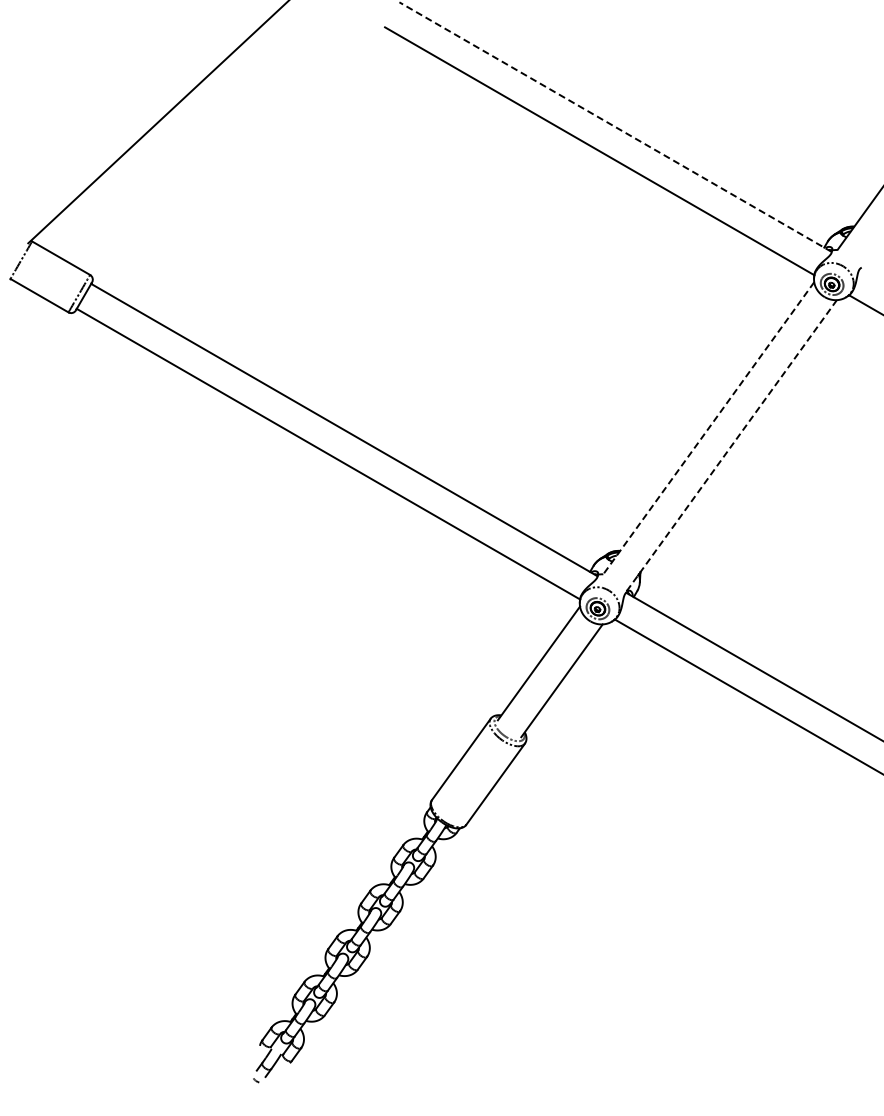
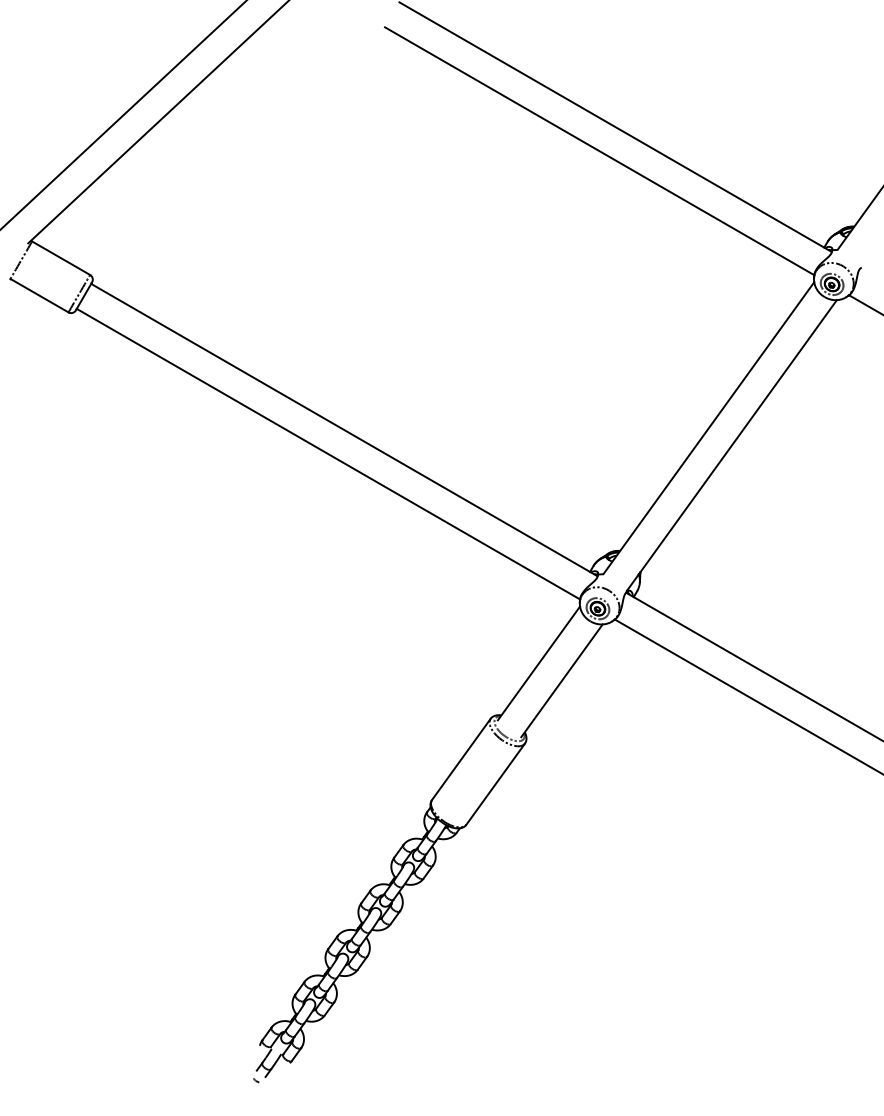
line at (123, 115): none -> present
line at (615, 127): dashed -> solid
line at (708, 428): dashed -> solid
line at (732, 445): dashed -> solid
